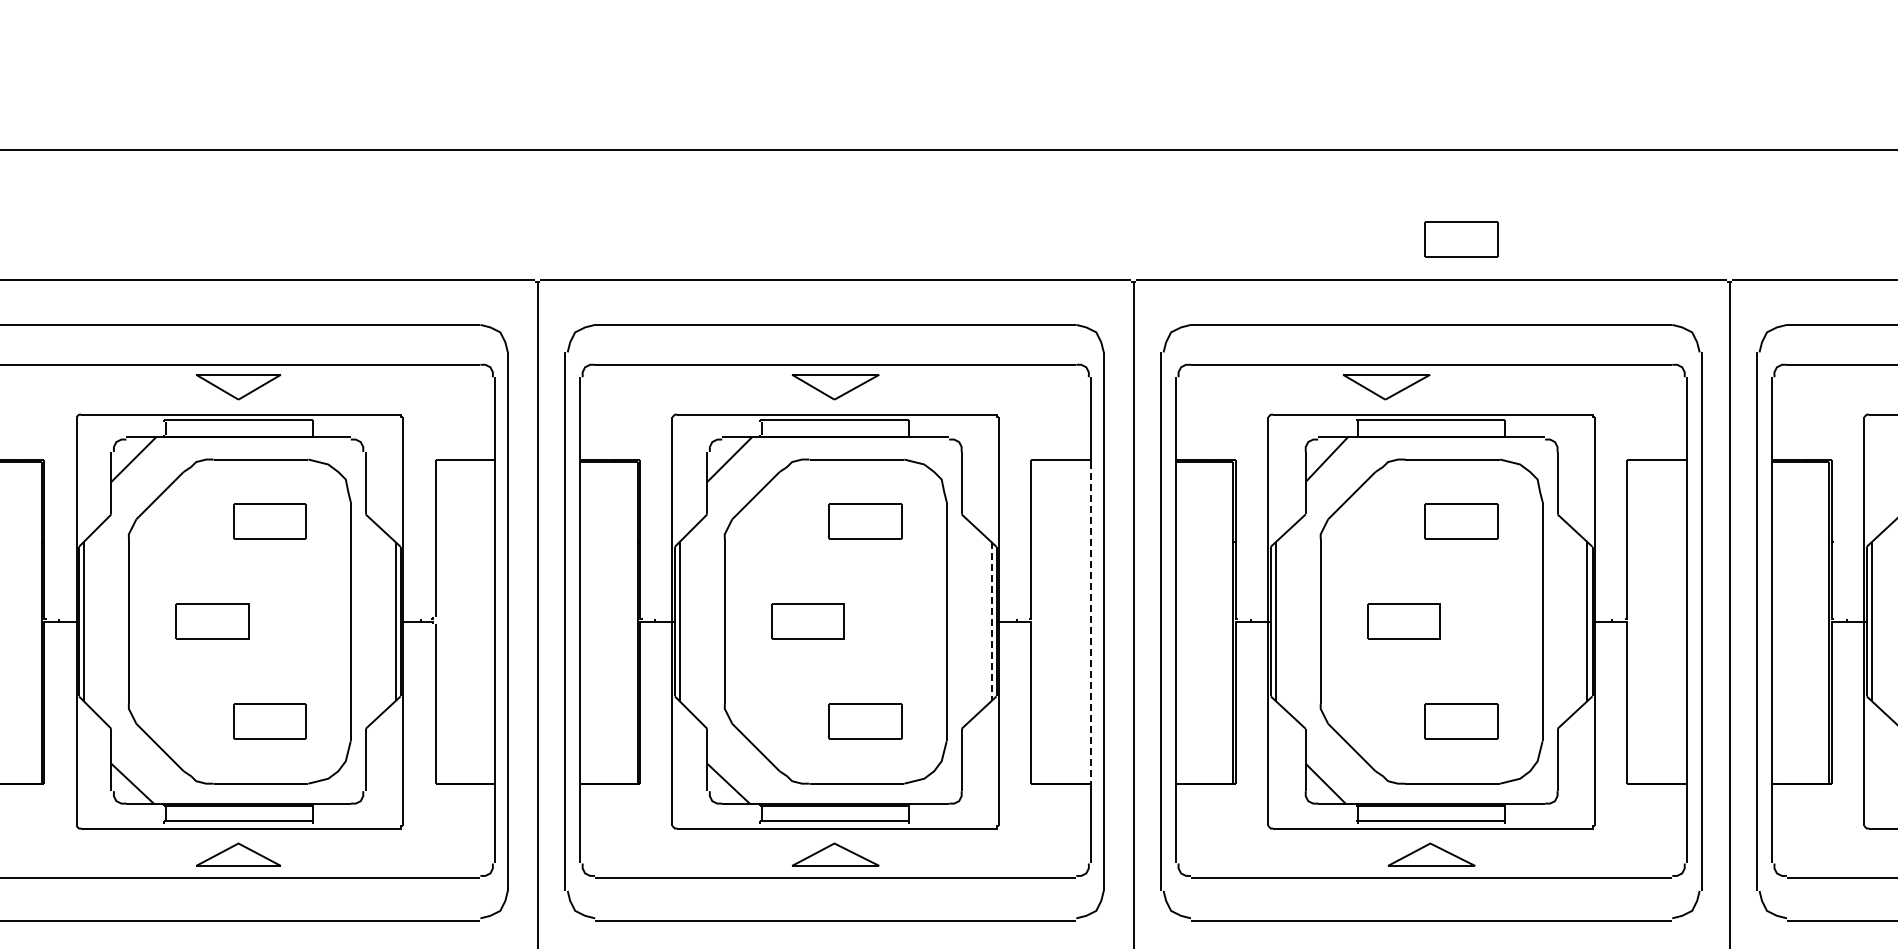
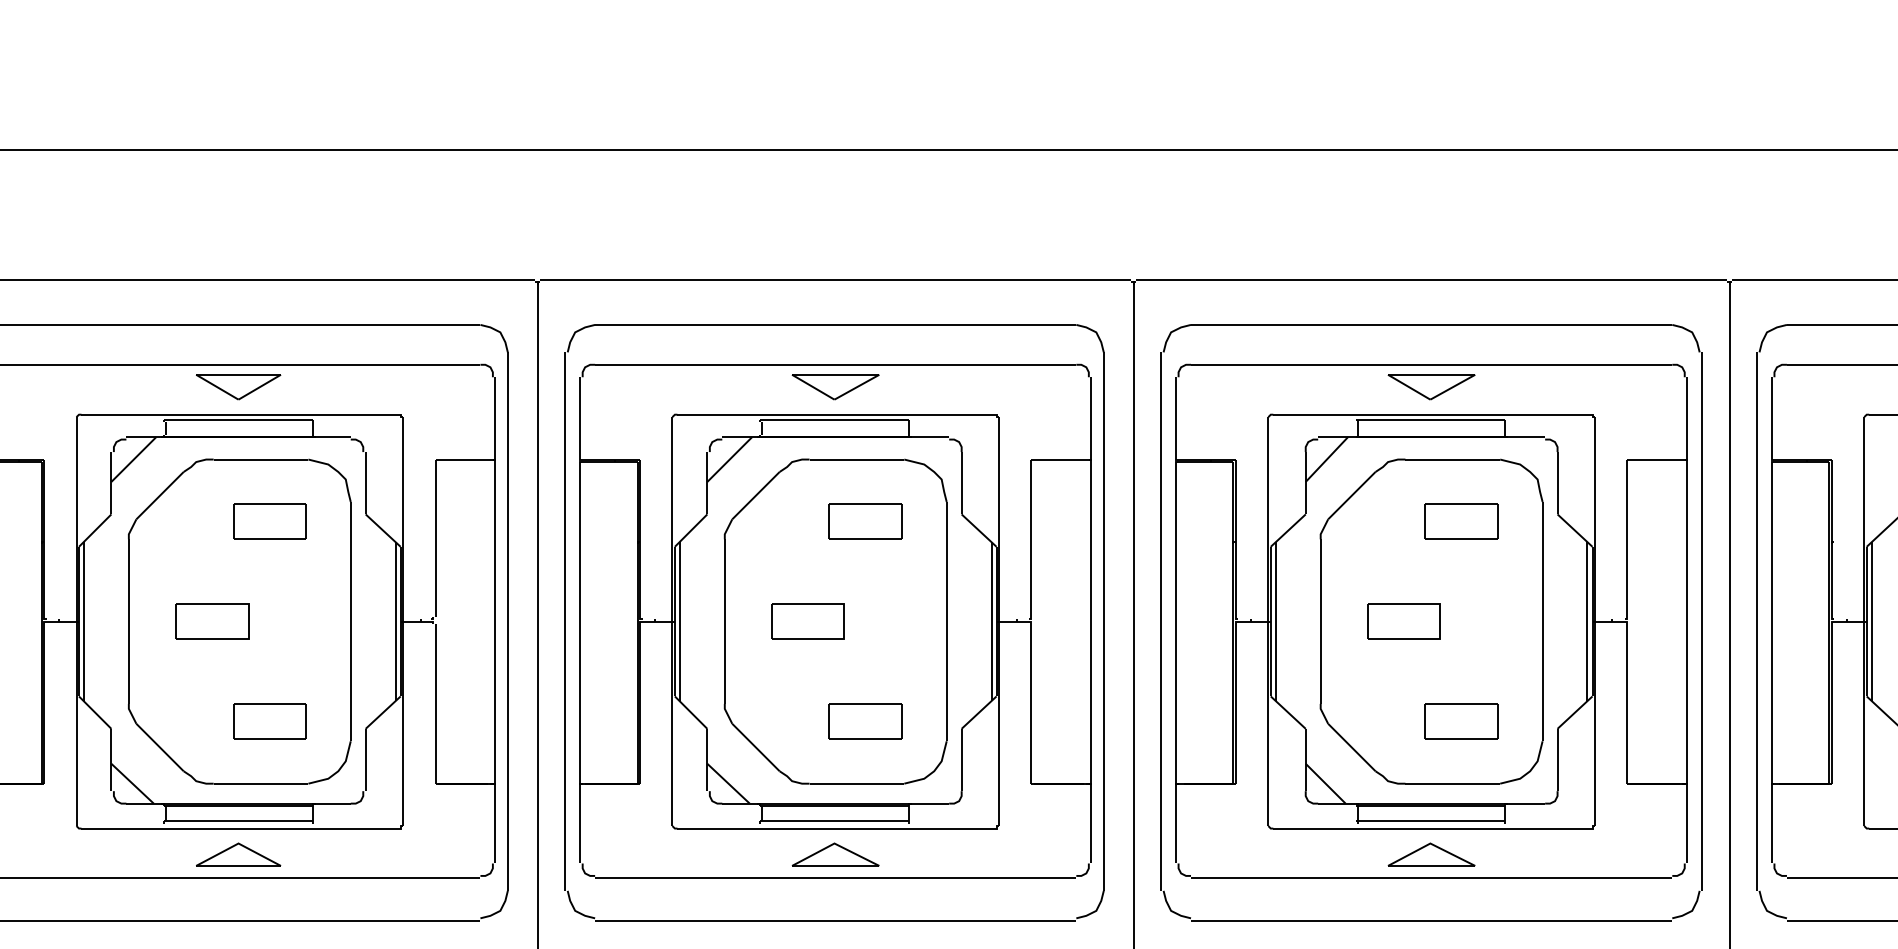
part at (1461, 239): present -> none
part at (1386, 387) position: (1386, 387) -> (1431, 387)
line at (991, 621): dashed -> solid
line at (1091, 621): dashed -> solid
